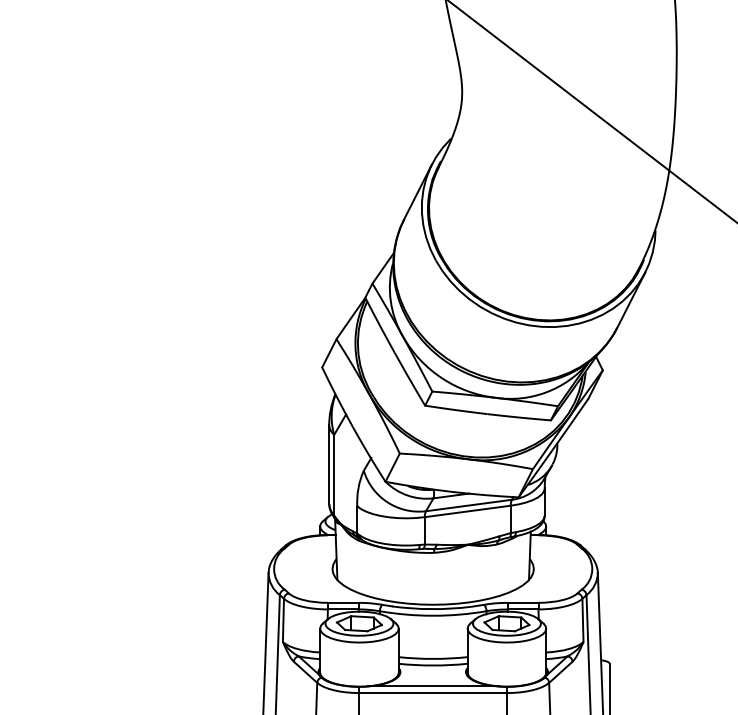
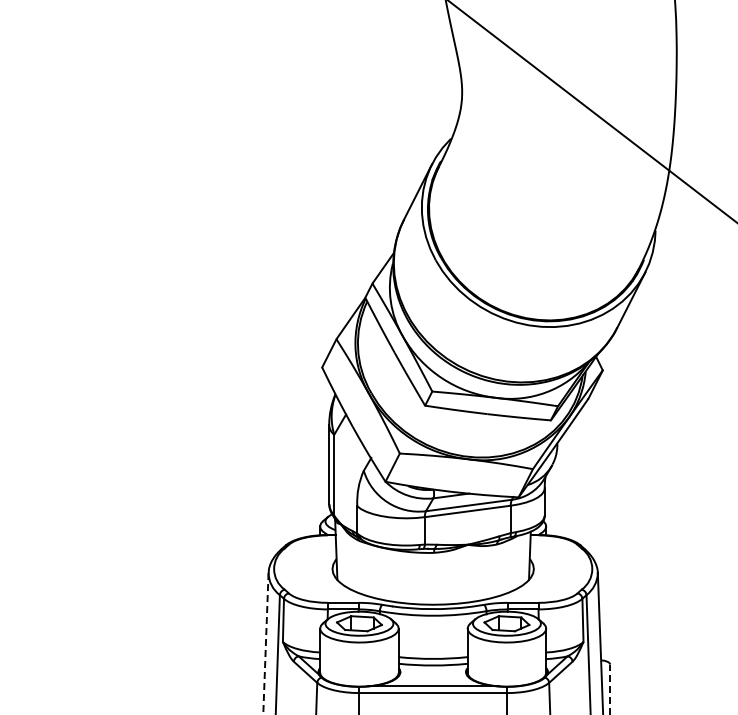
line at (265, 643): solid -> dashed
line at (610, 689): solid -> dashed
